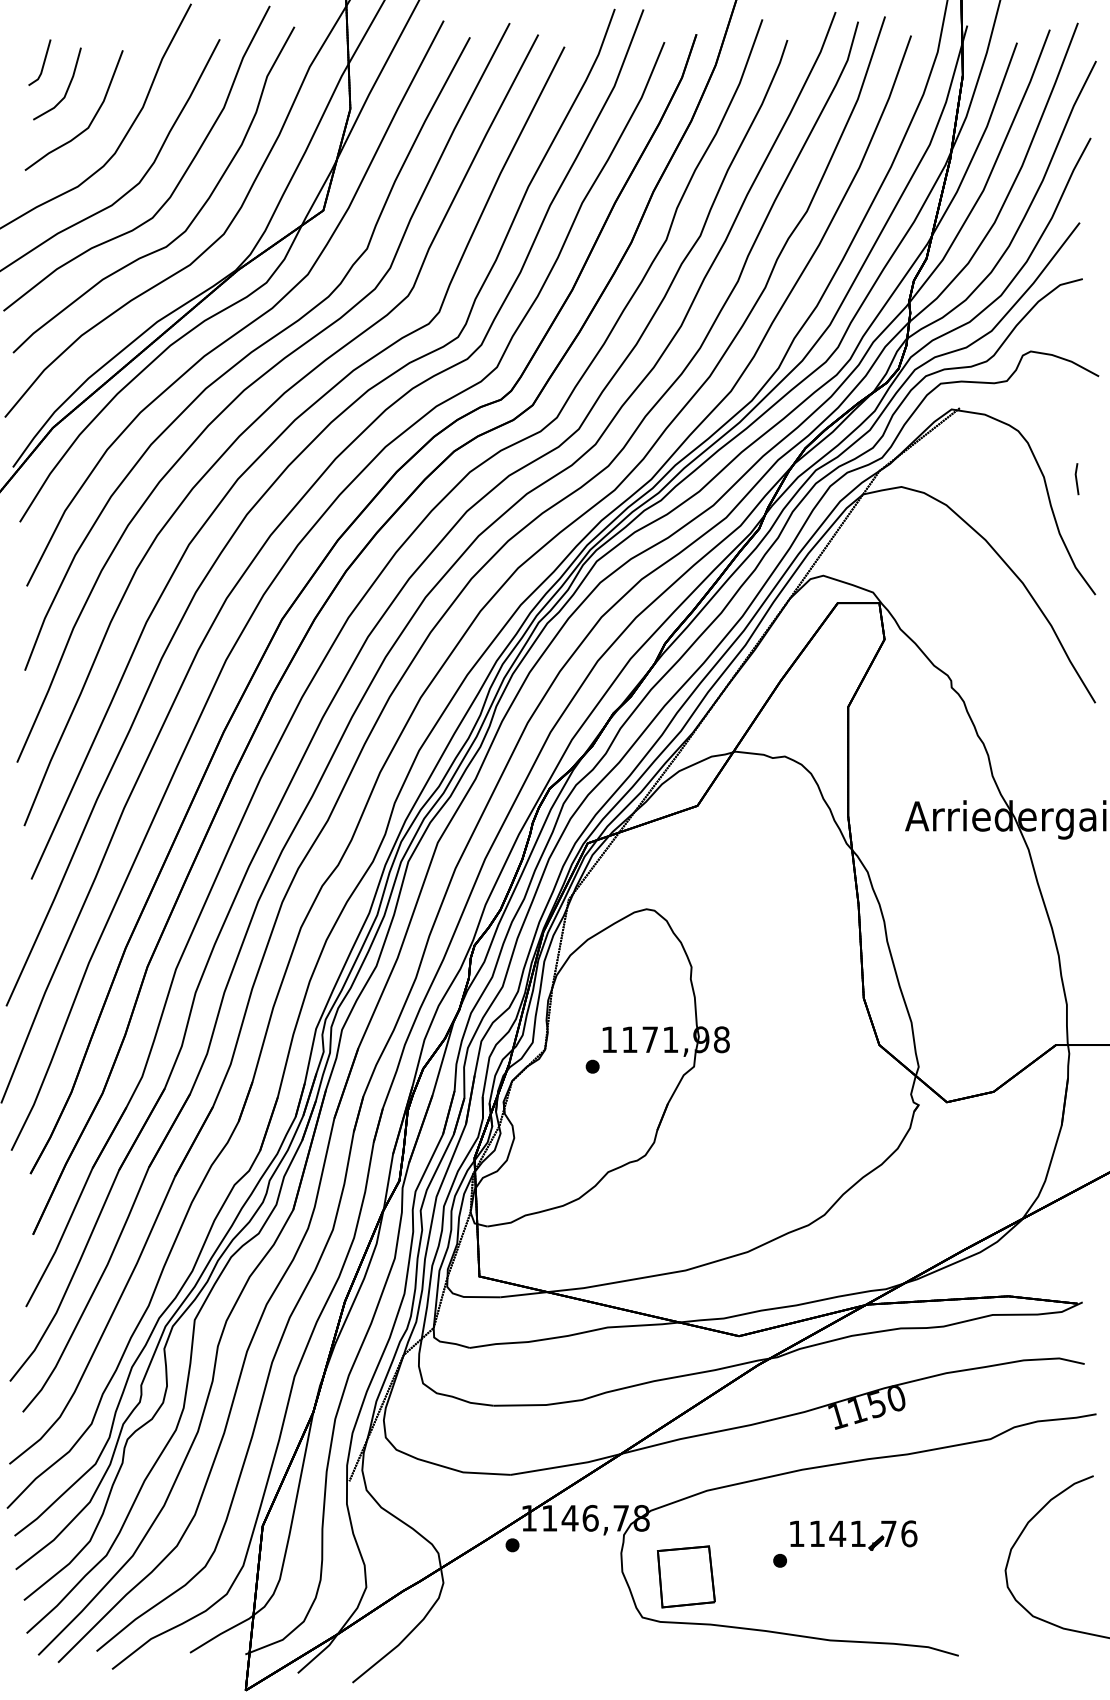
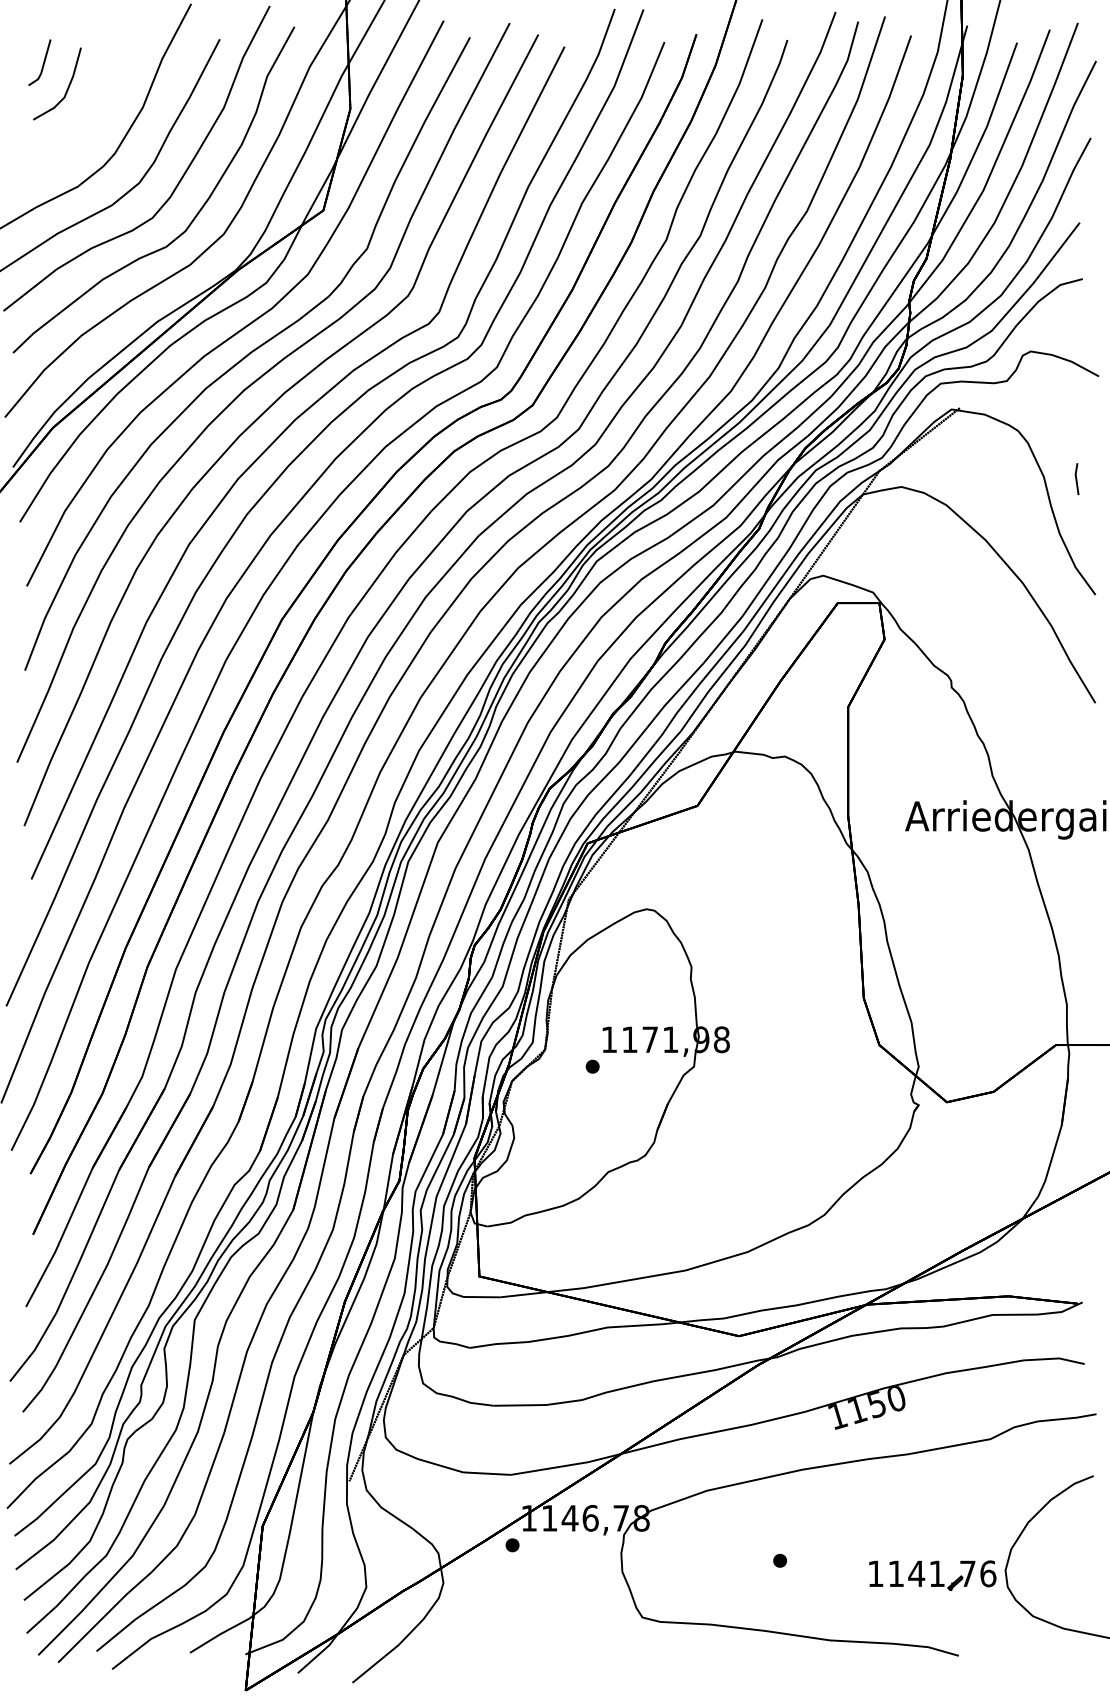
part at (91, 120): present -> none
part at (853, 1535) position: (853, 1535) -> (932, 1575)
part at (686, 1576): present -> none
